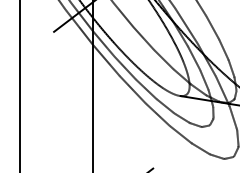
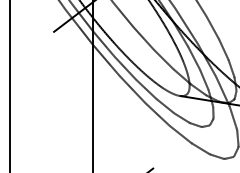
line at (20, 85) position: (20, 85) -> (10, 85)
